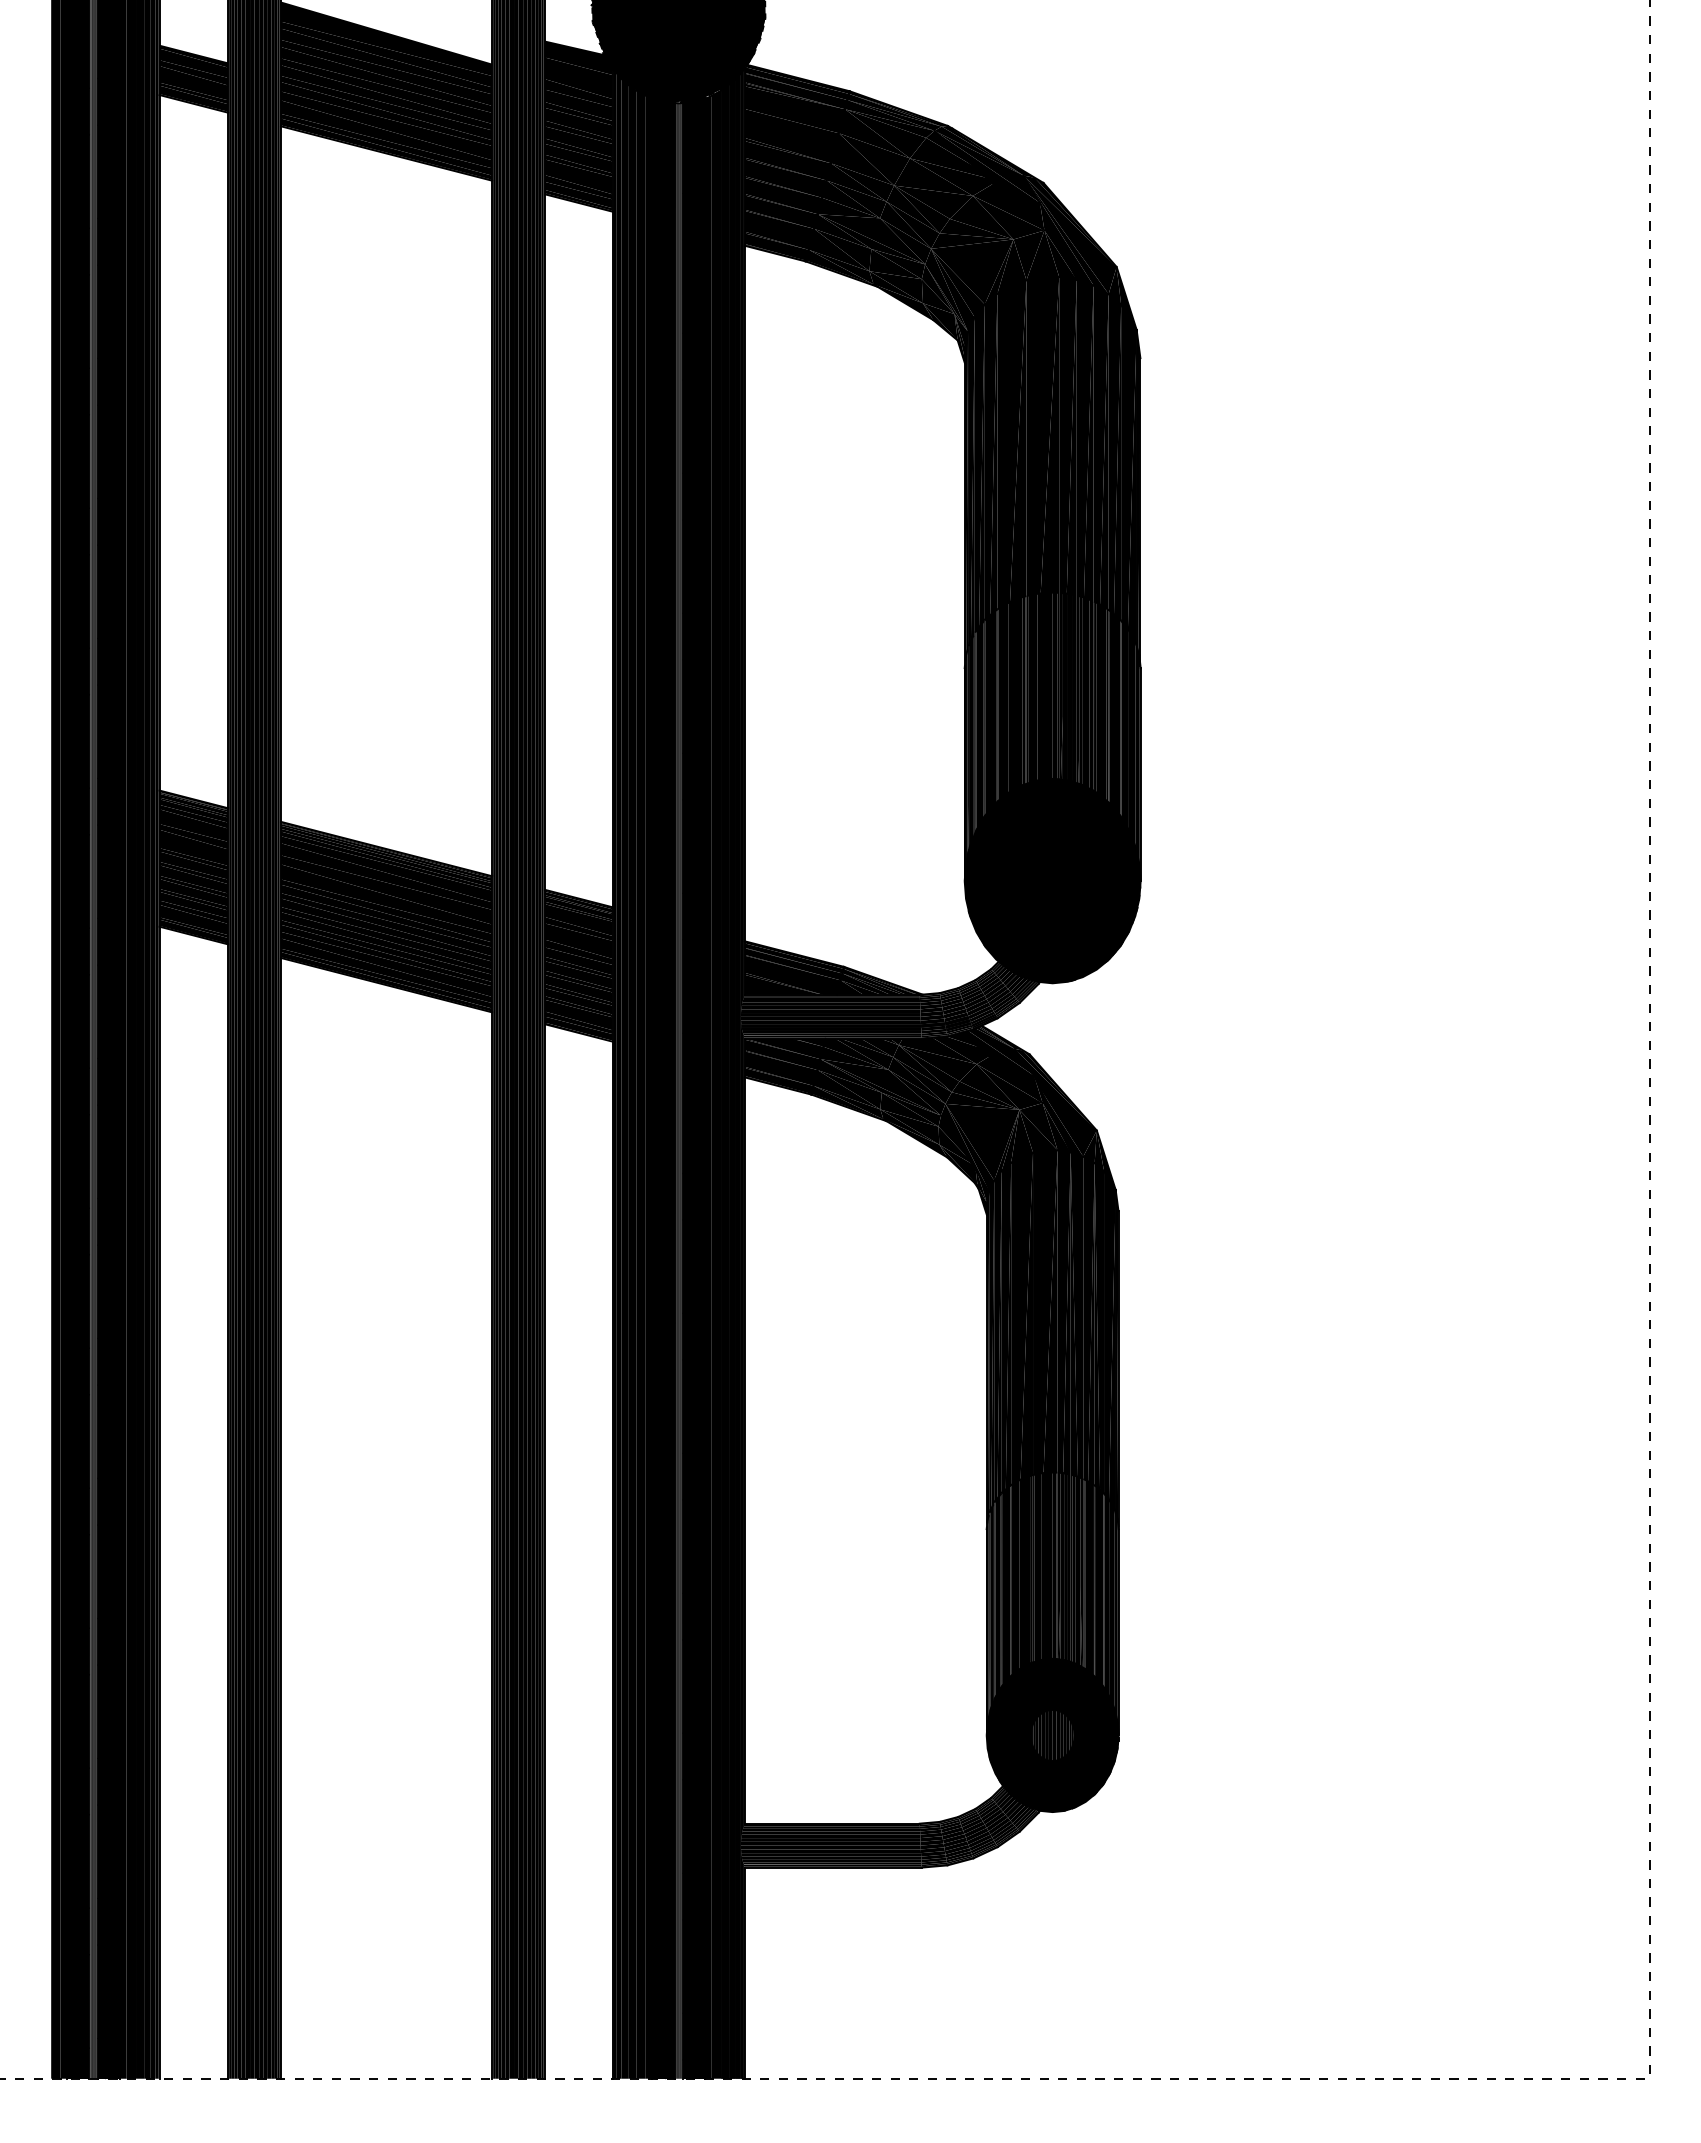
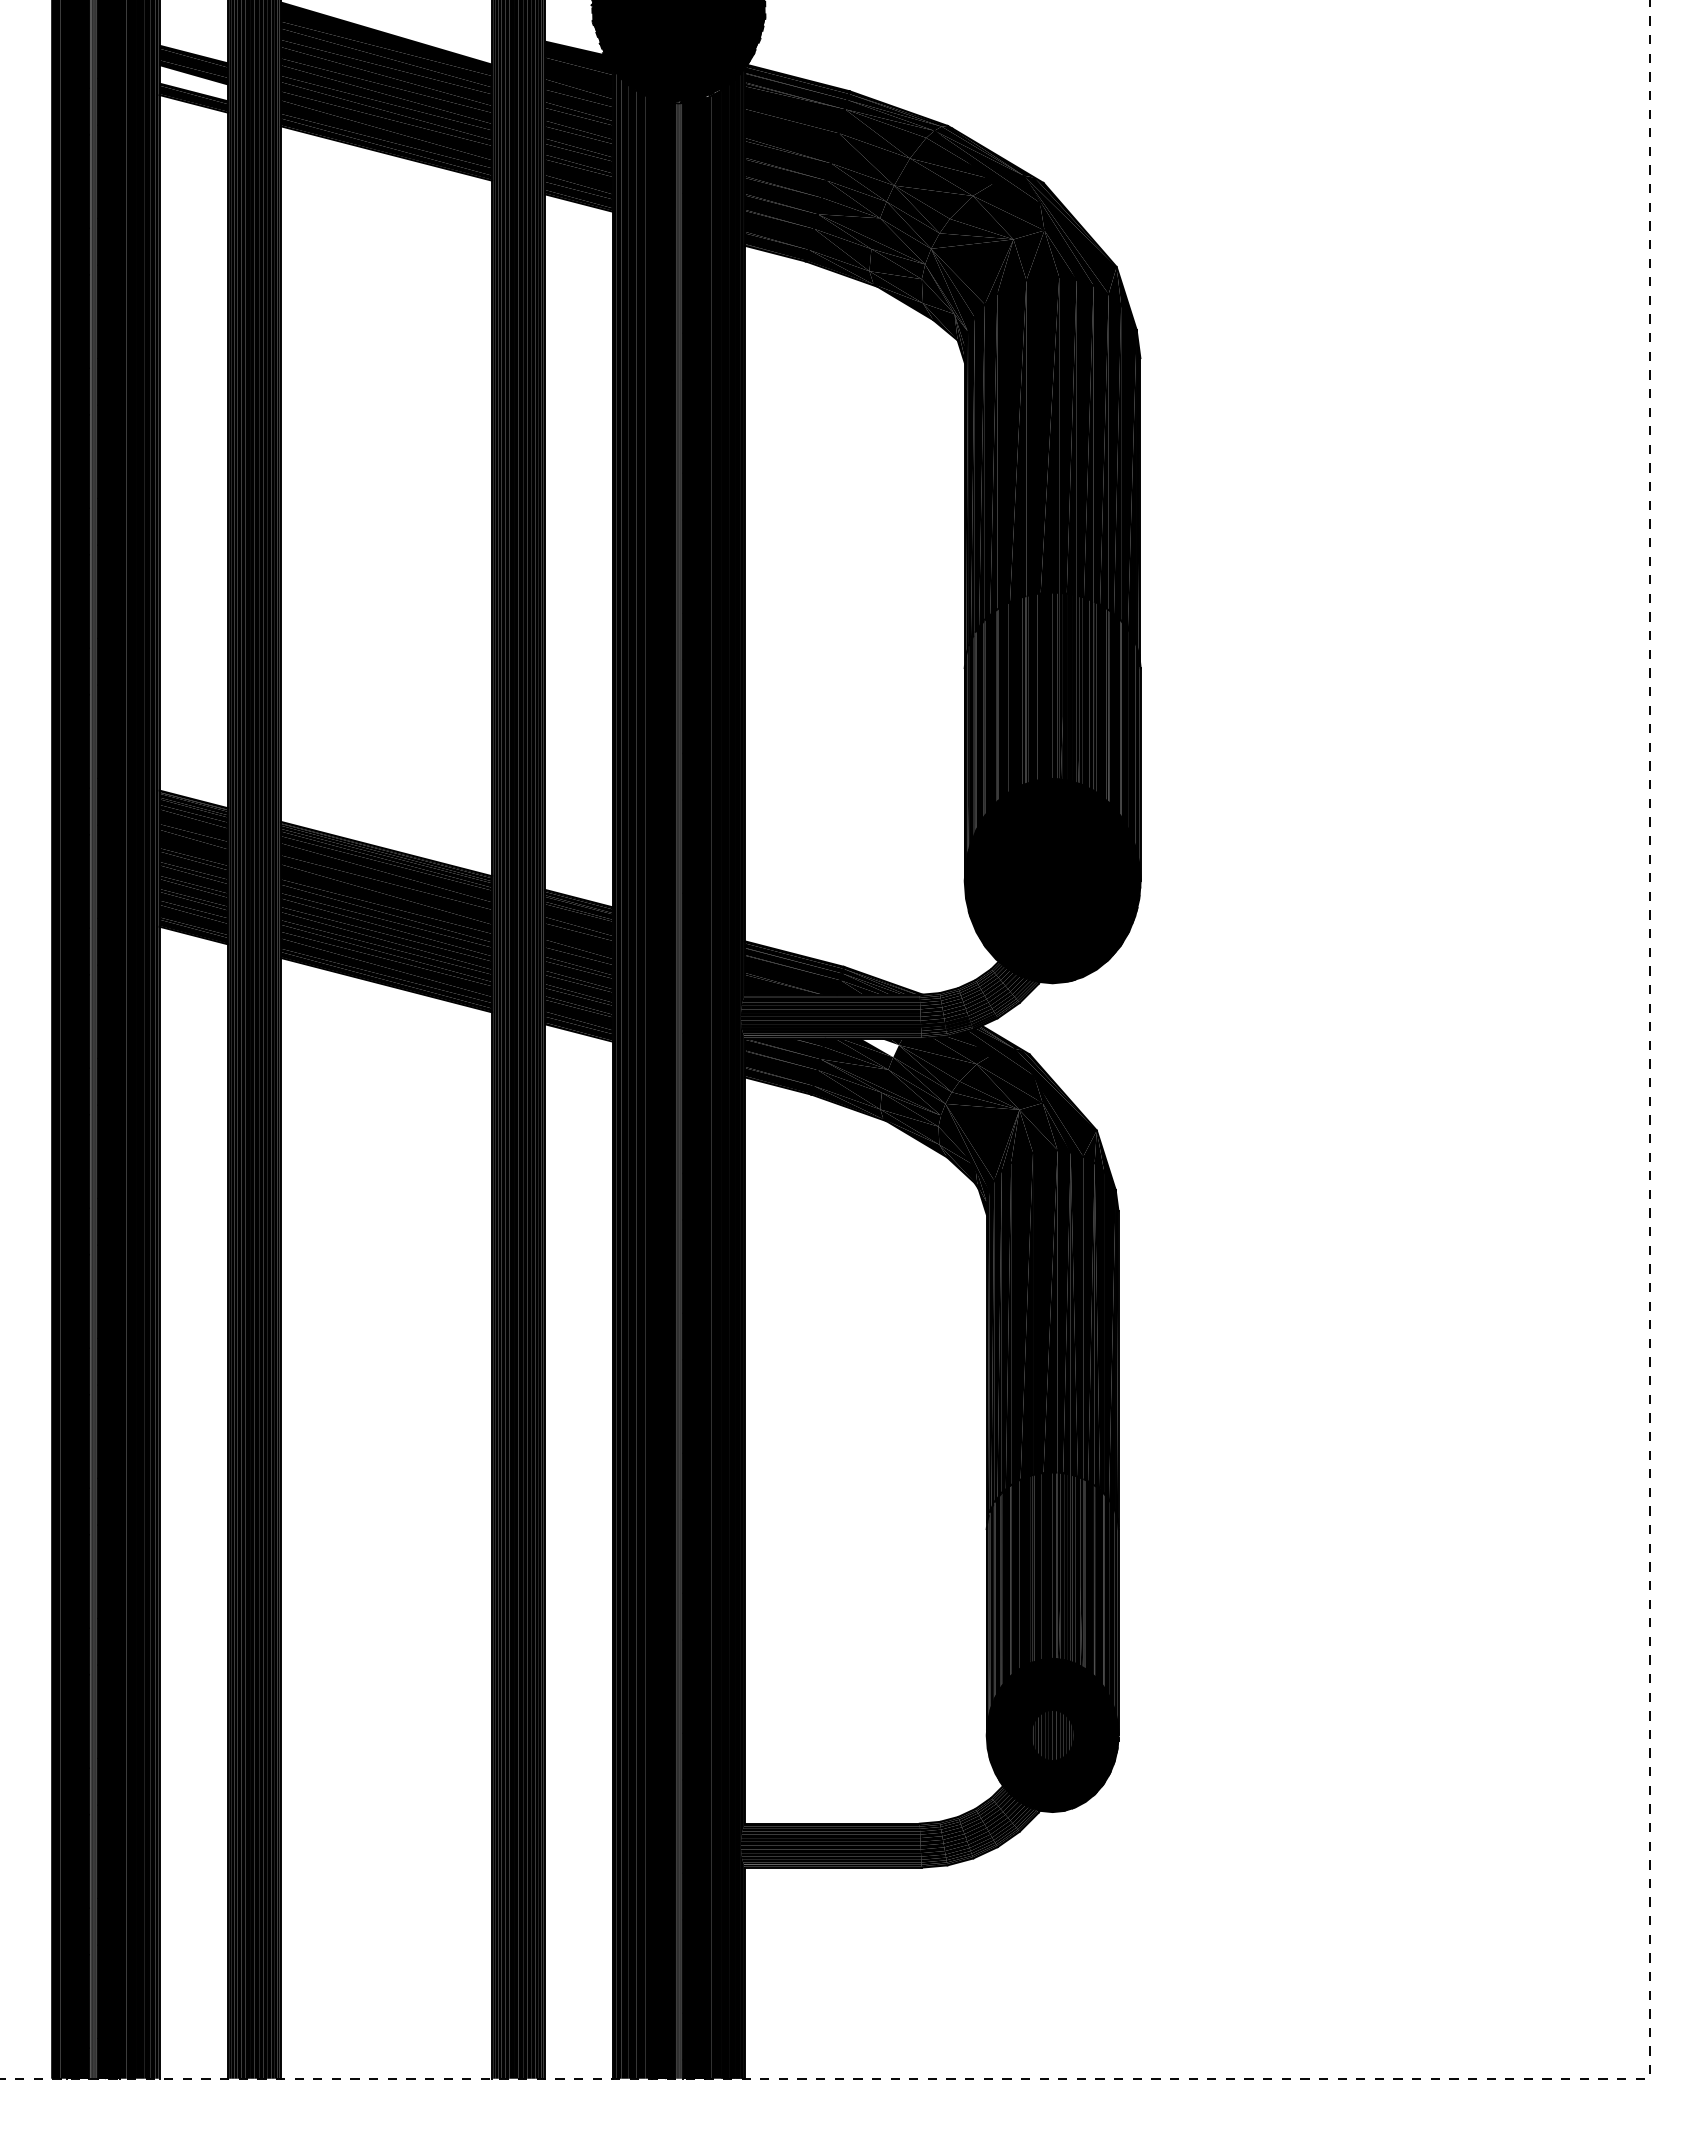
fill at (193, 83): present -> none
fill at (879, 1047): present -> none
